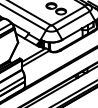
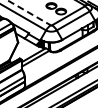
line at (29, 12): solid -> dashed
